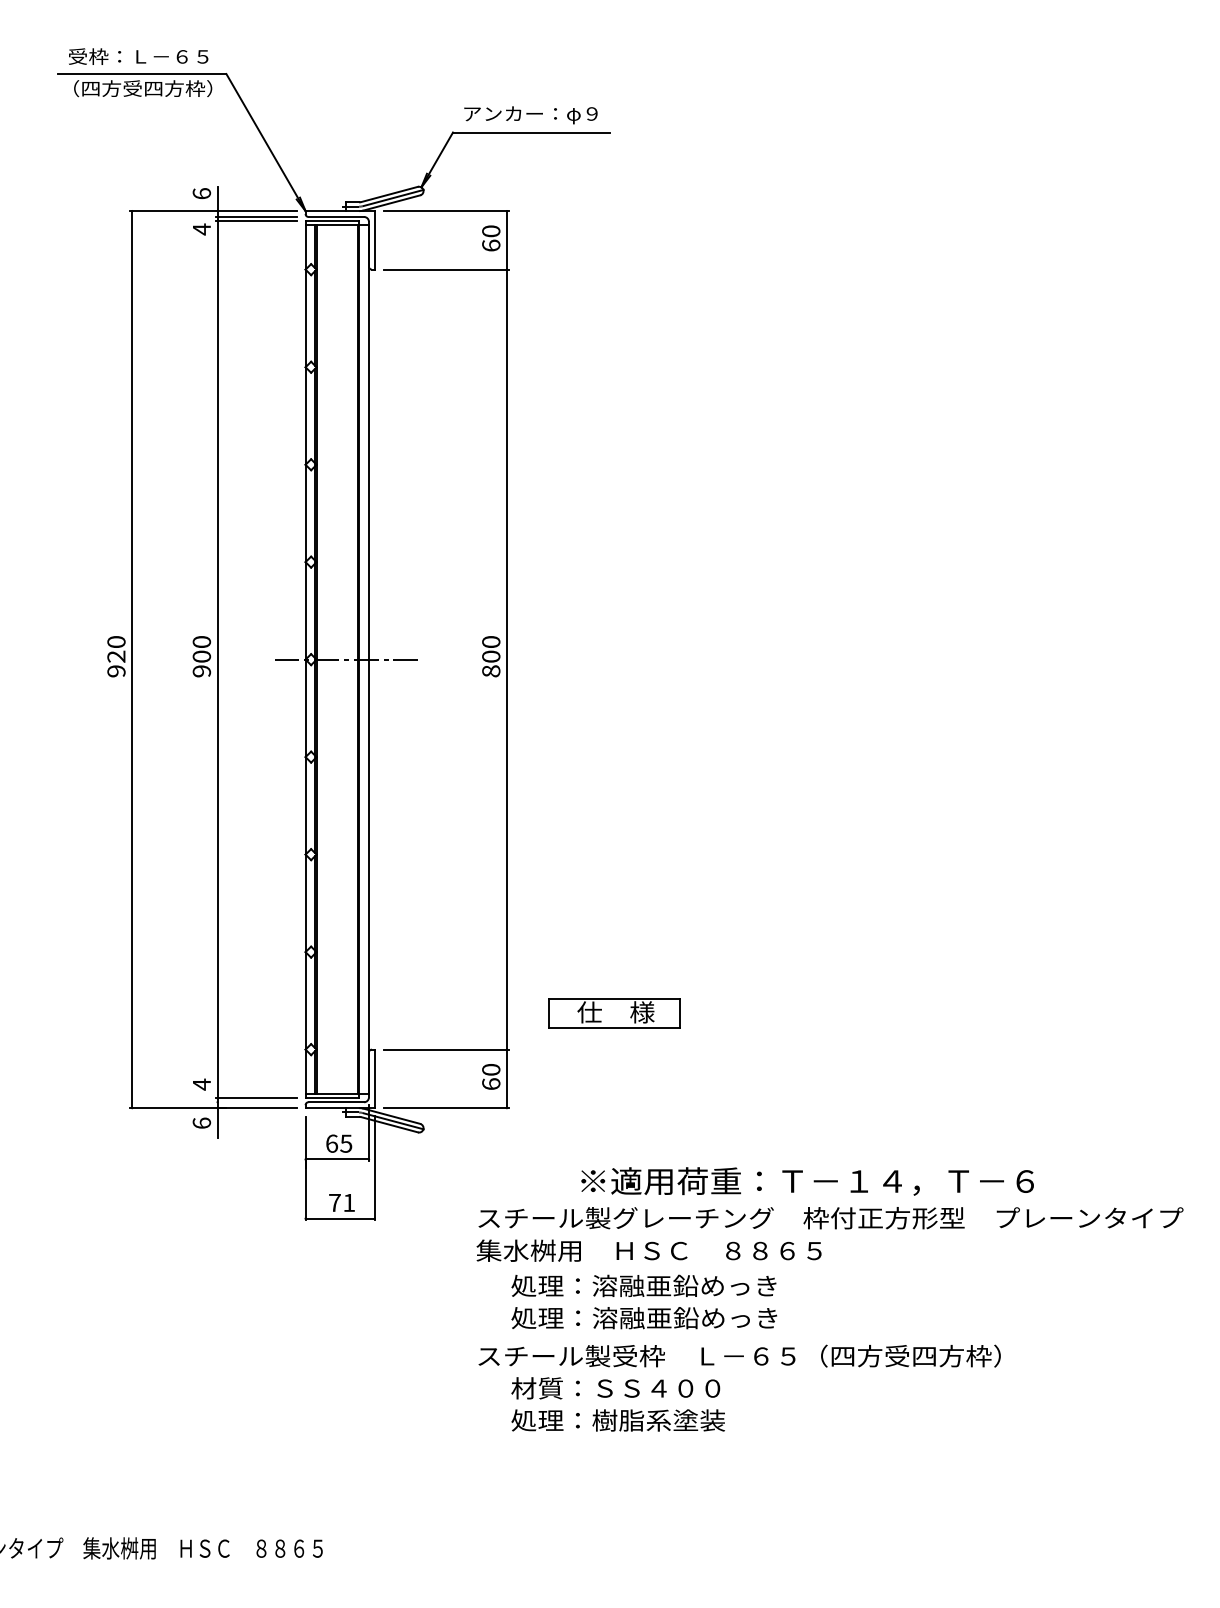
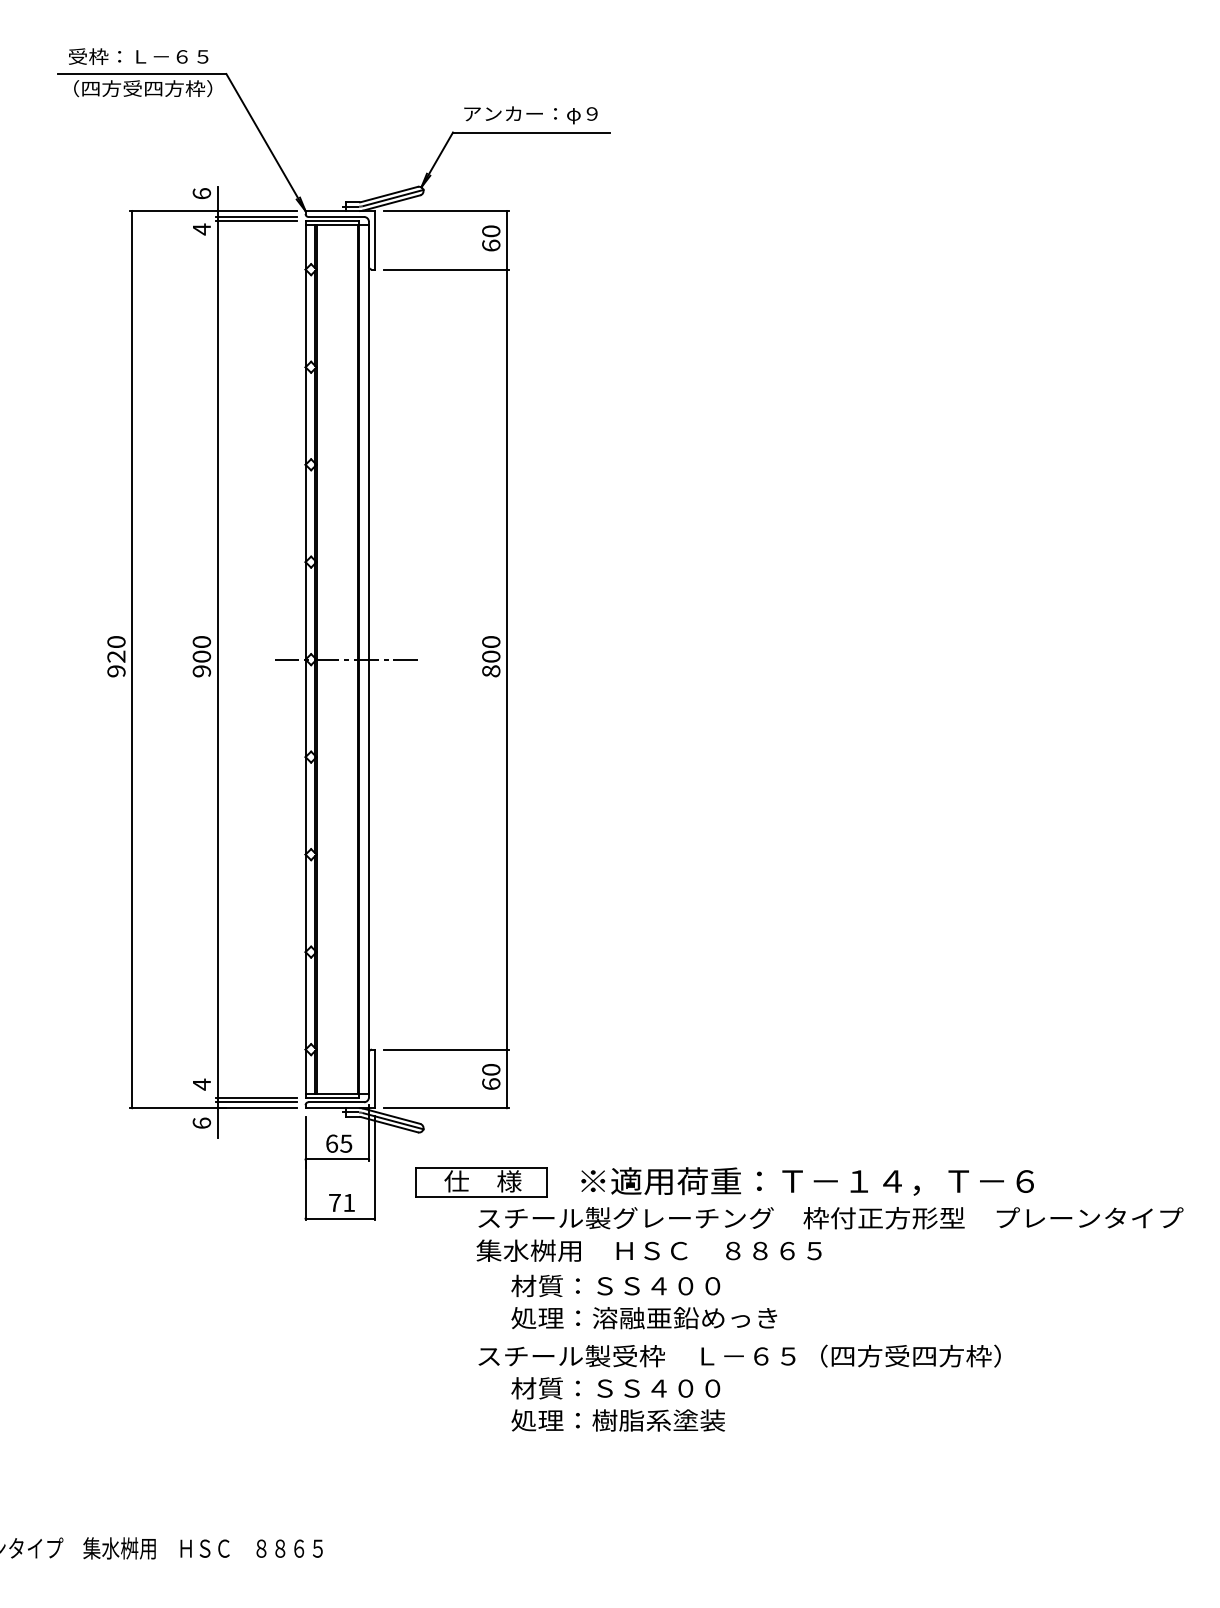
part at (614, 1013) position: (614, 1013) -> (481, 1182)
line at (255, 1102): none -> present
text at (643, 1285): 処理：溶融亜鉛めっき -> 材質：ＳＳ４００
